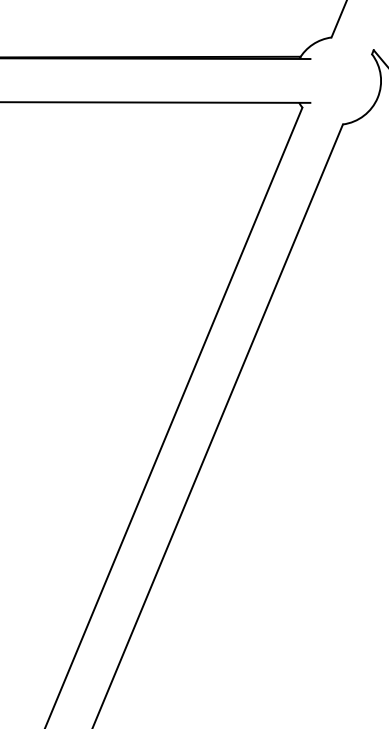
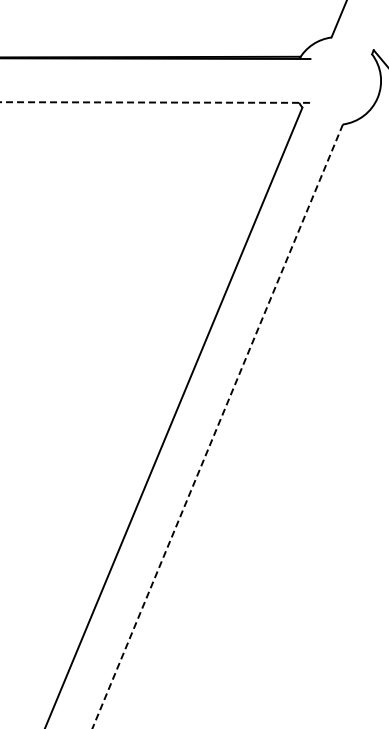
line at (155, 102): solid -> dashed
line at (217, 426): solid -> dashed
